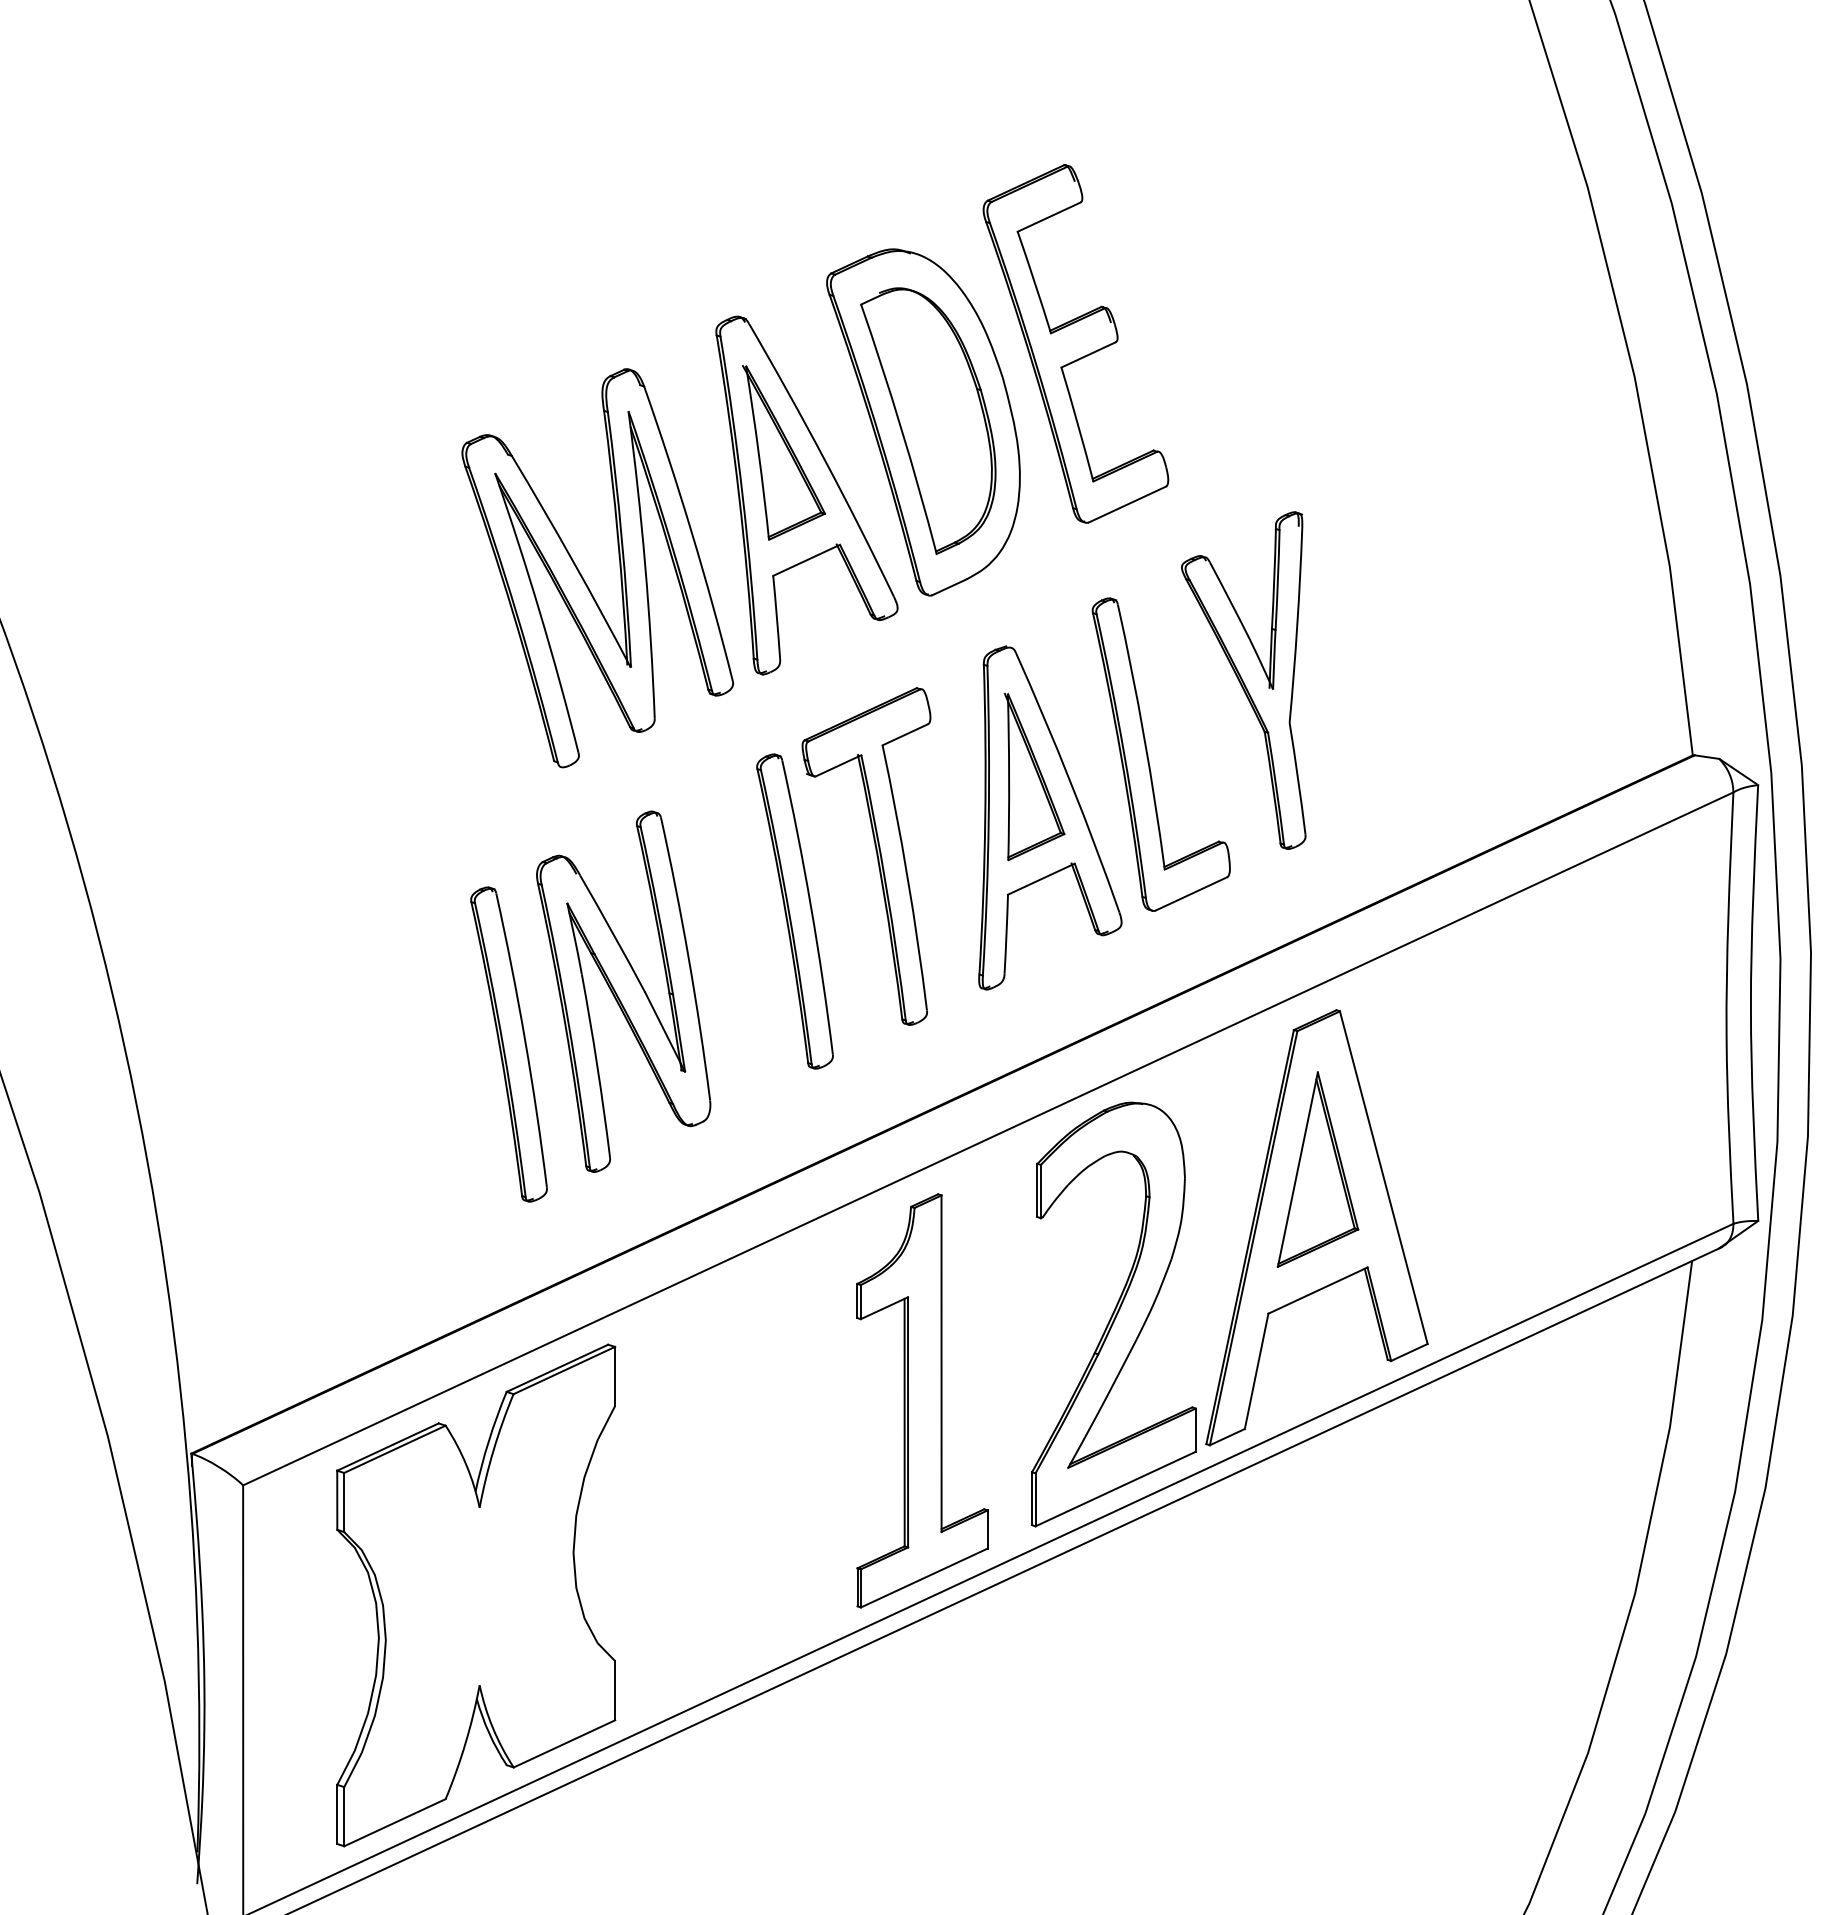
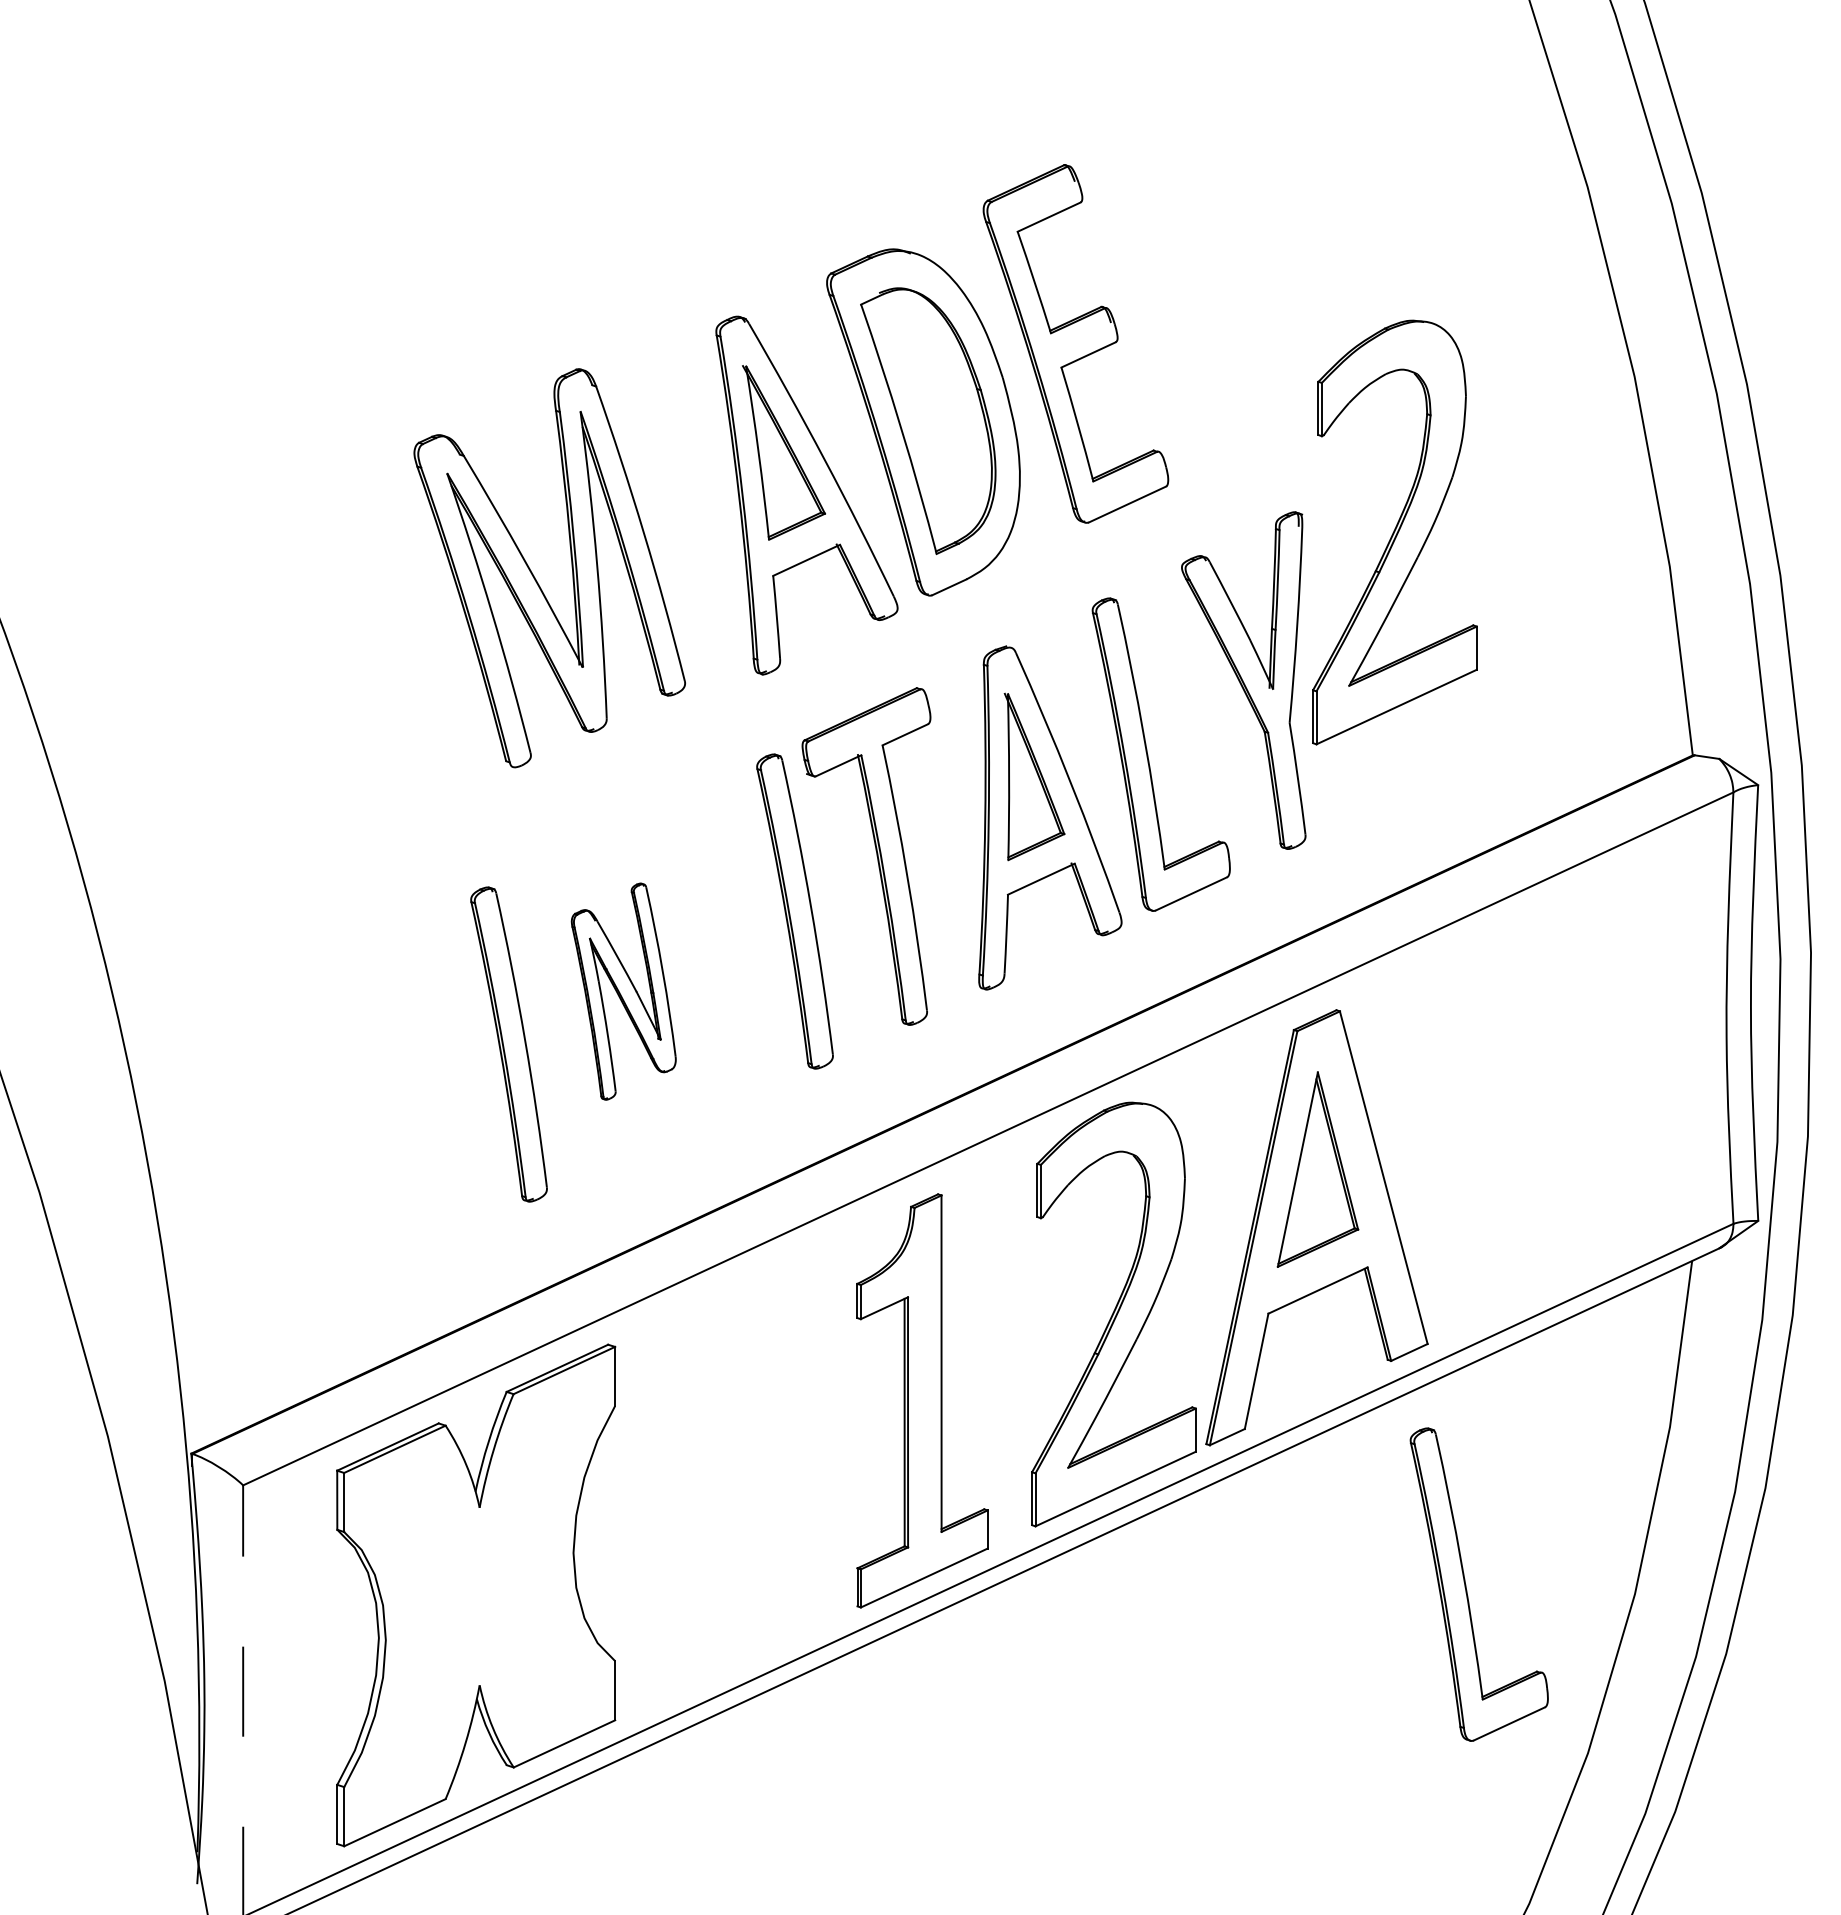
part at (1394, 532): none -> present
part at (582, 575) position: (582, 575) -> (534, 575)
part at (623, 991) size: 176x363 px -> 107x219 px
part at (1466, 1584): none -> present
line at (243, 1700): solid -> dashed
